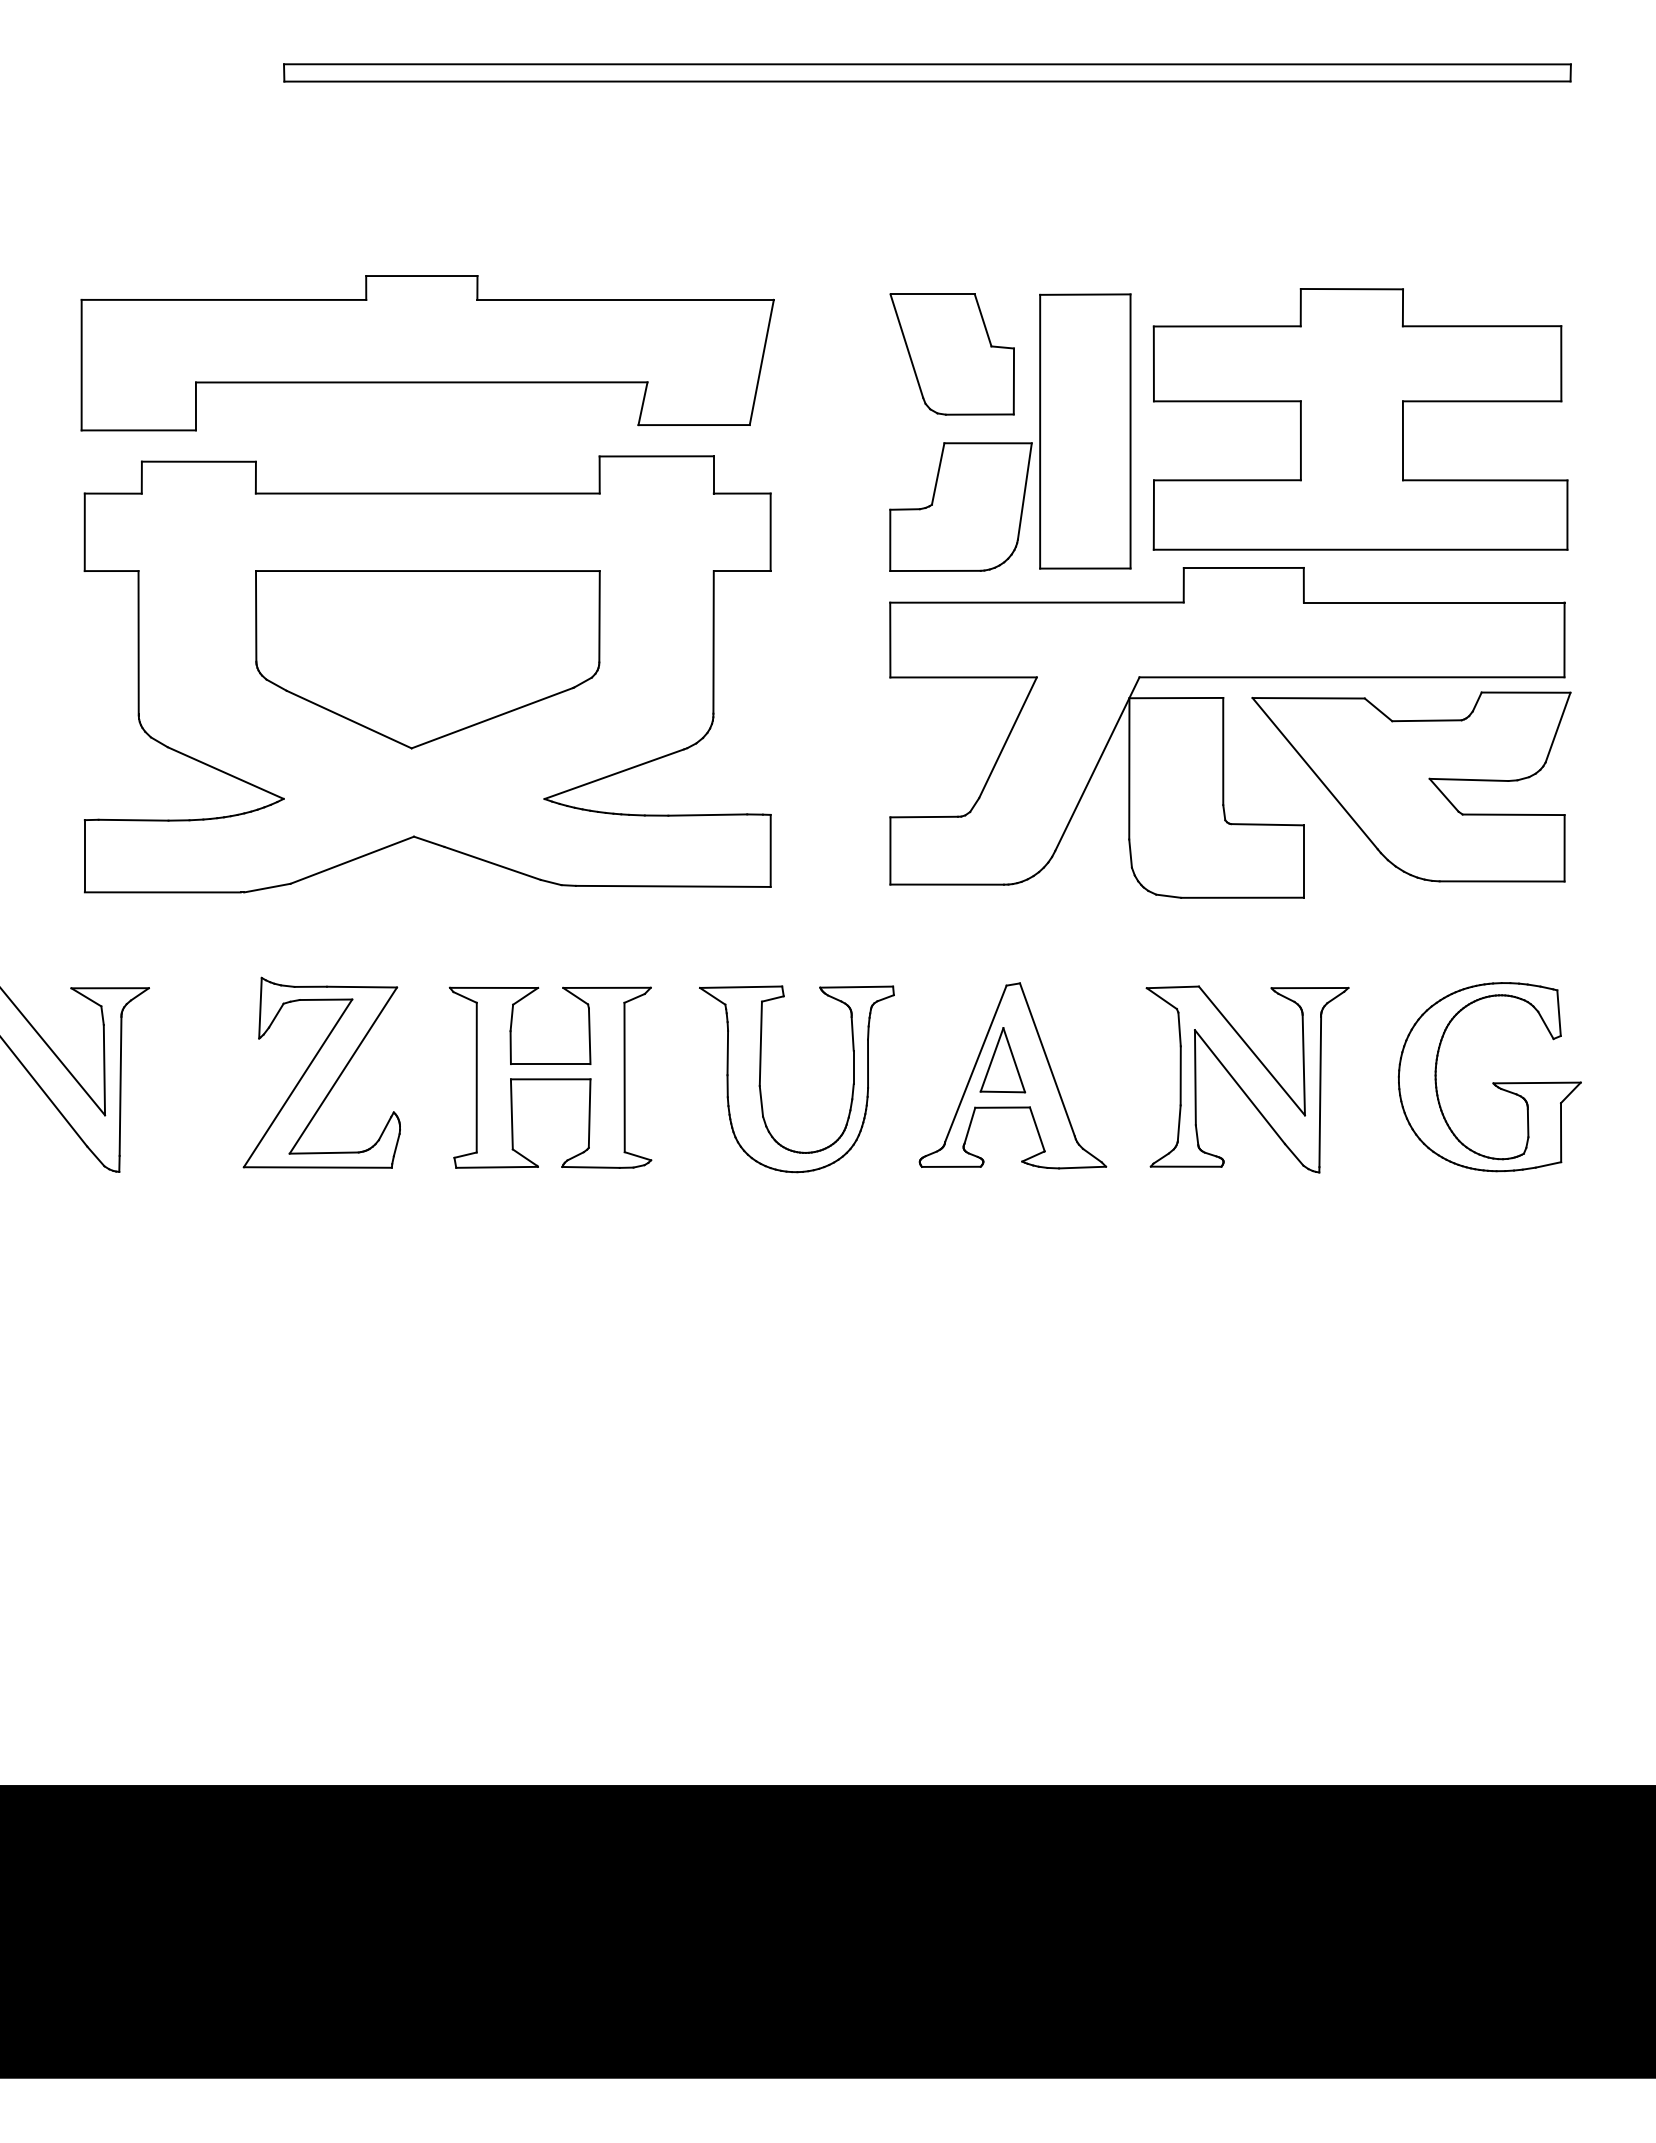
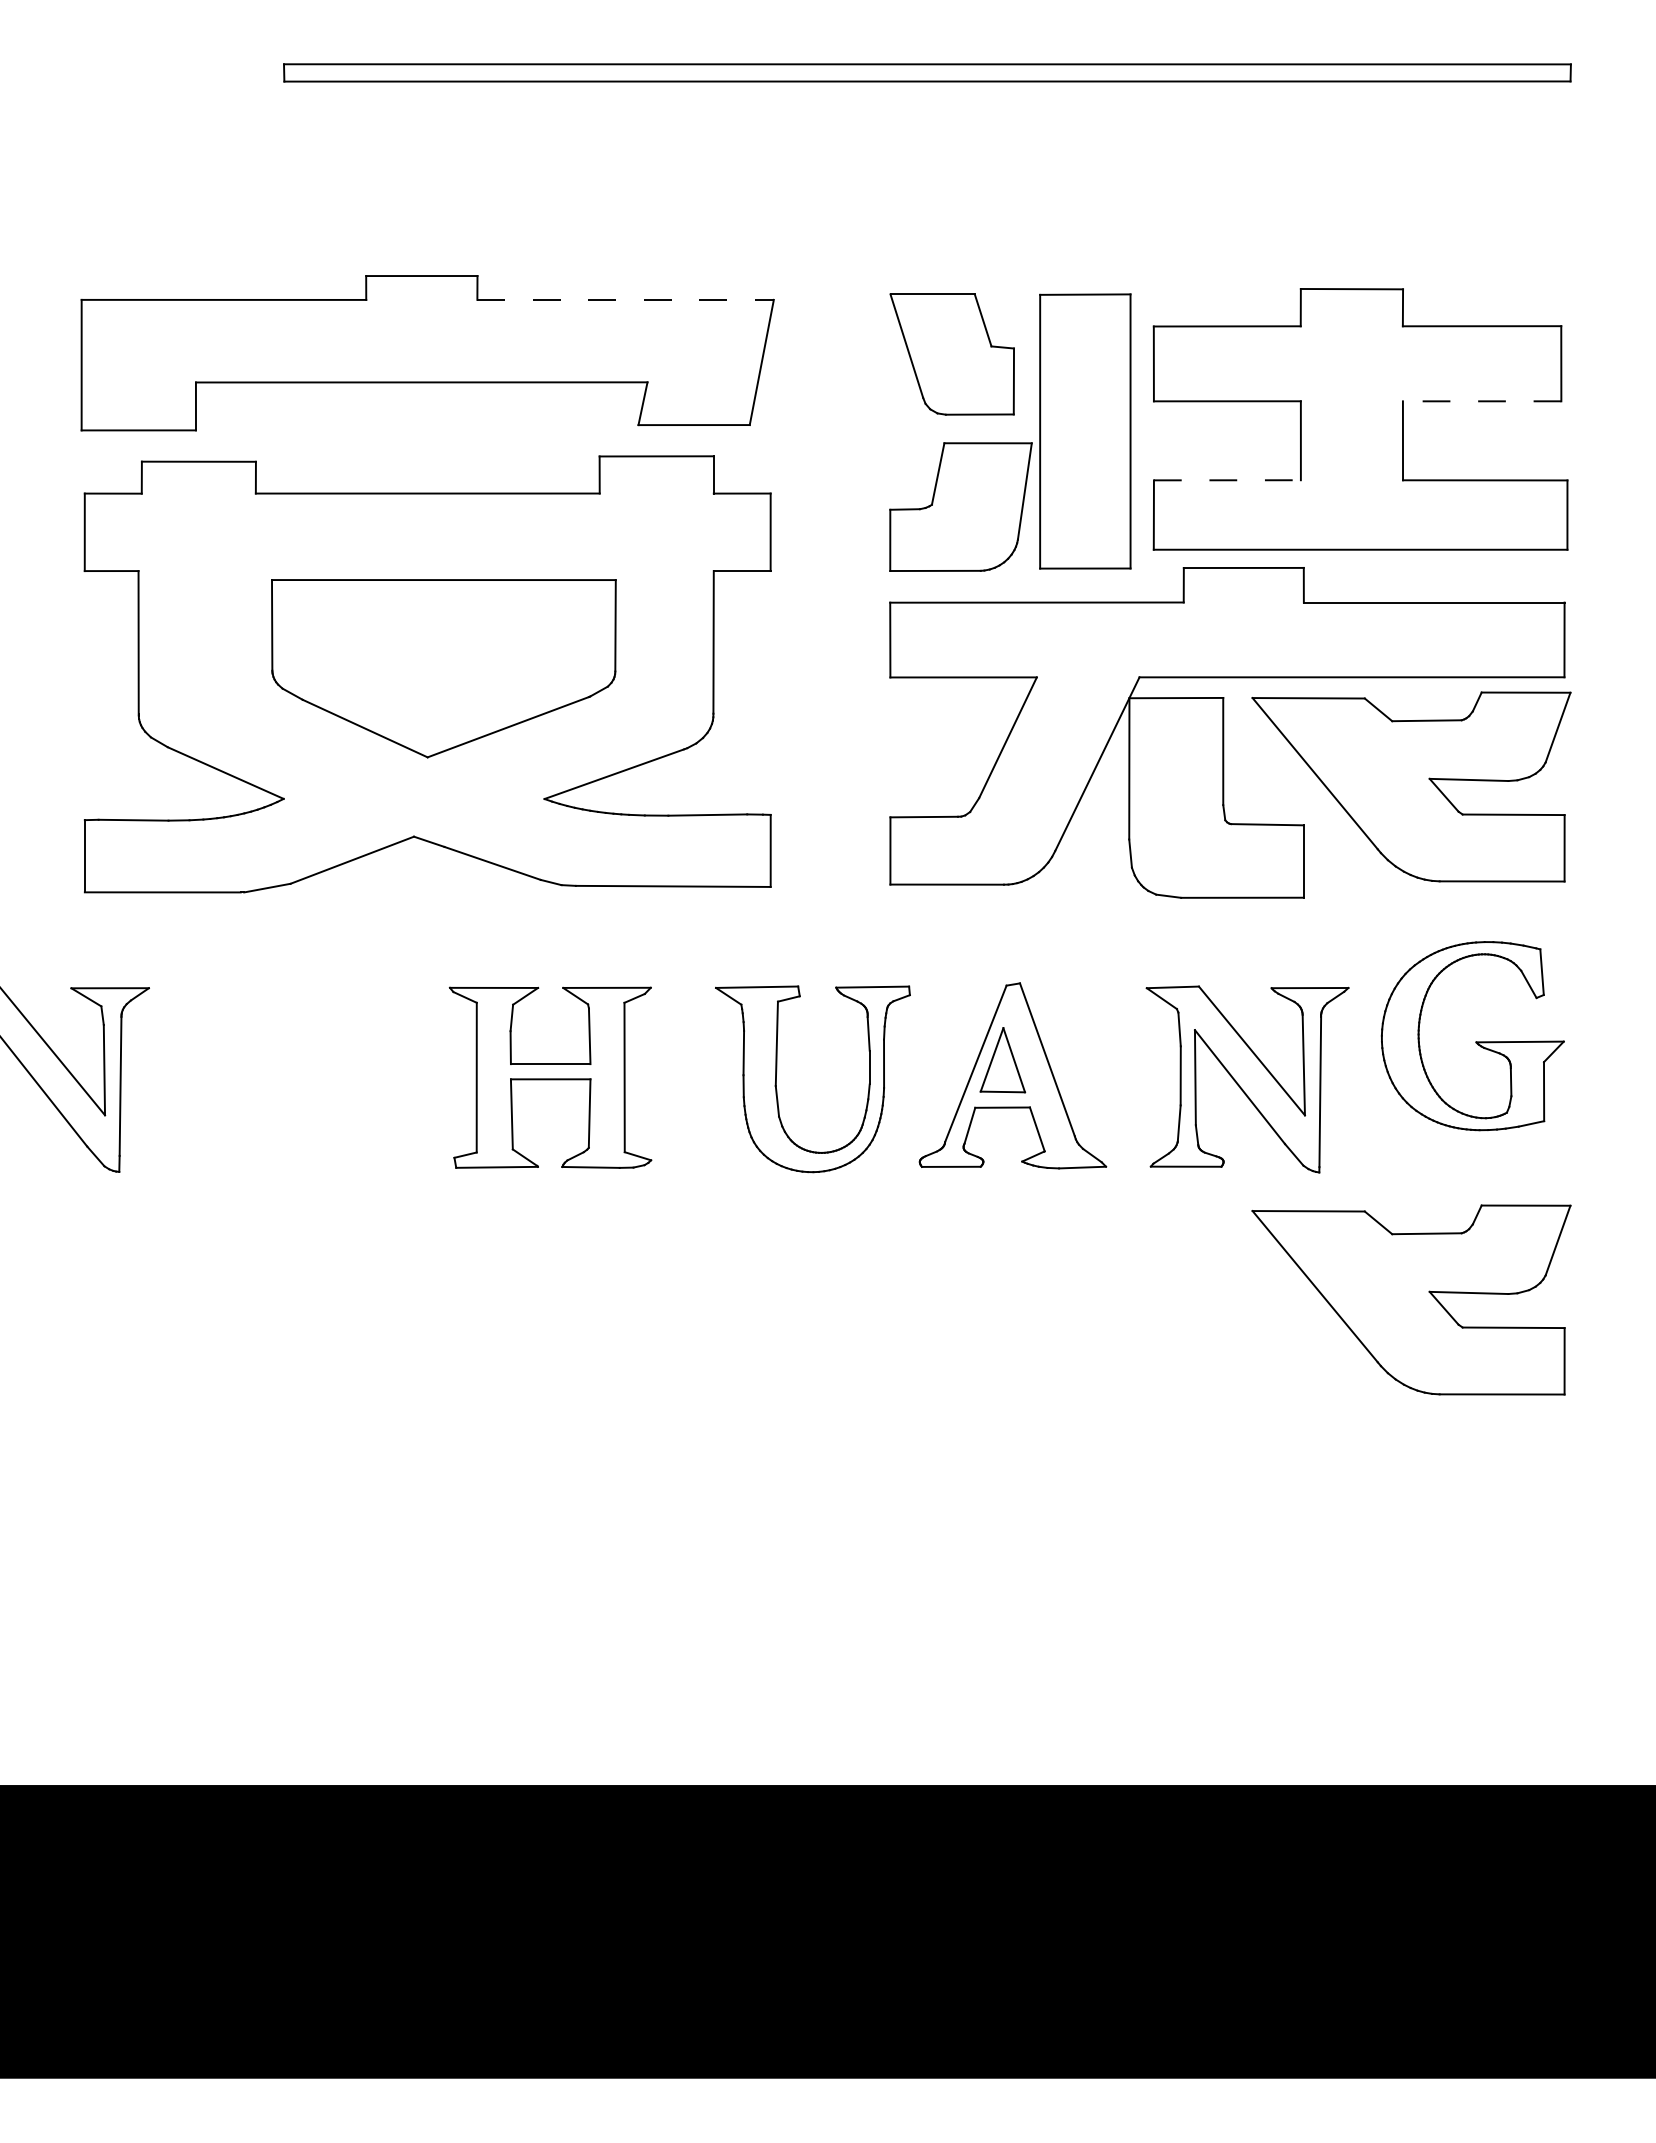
line at (626, 299): solid -> dashed
line at (1481, 401): solid -> dashed
line at (1227, 480): solid -> dashed
part at (427, 659) position: (427, 659) -> (443, 668)
part at (761, 1071) position: (761, 1071) -> (777, 1071)
part at (321, 1072): present -> none
part at (1489, 1077) position: (1489, 1077) -> (1472, 1036)
part at (1411, 1299): none -> present
